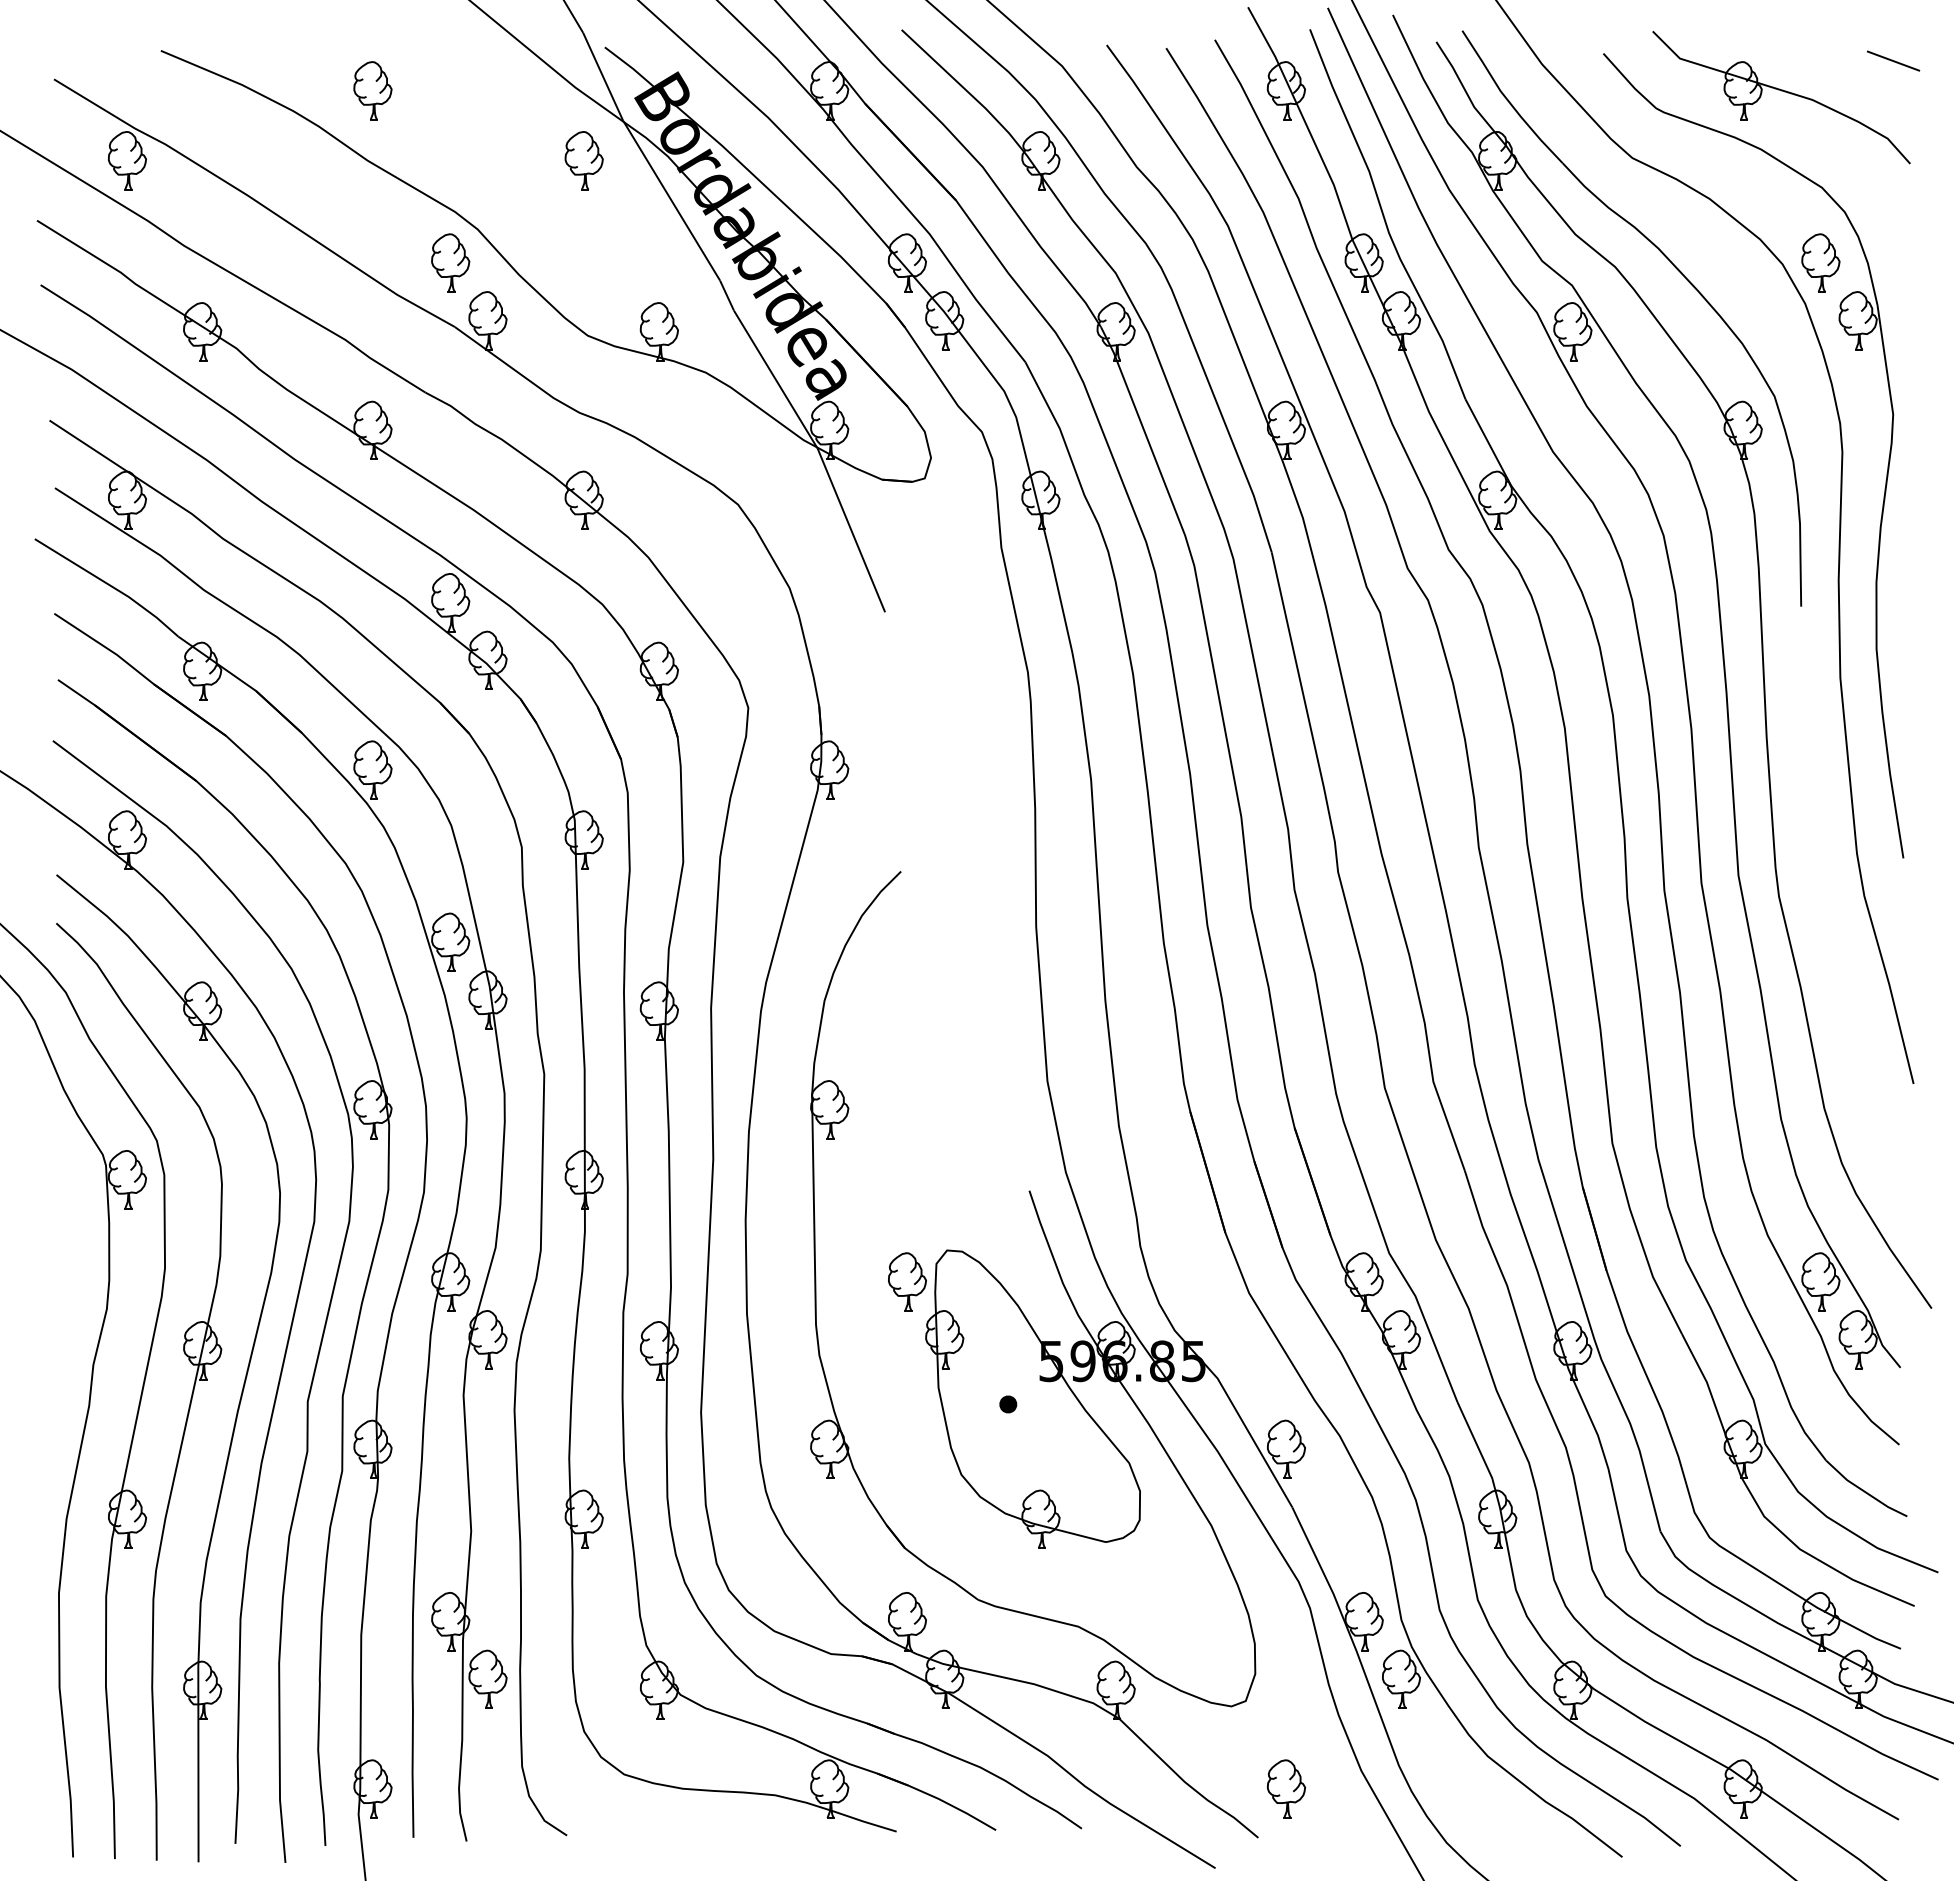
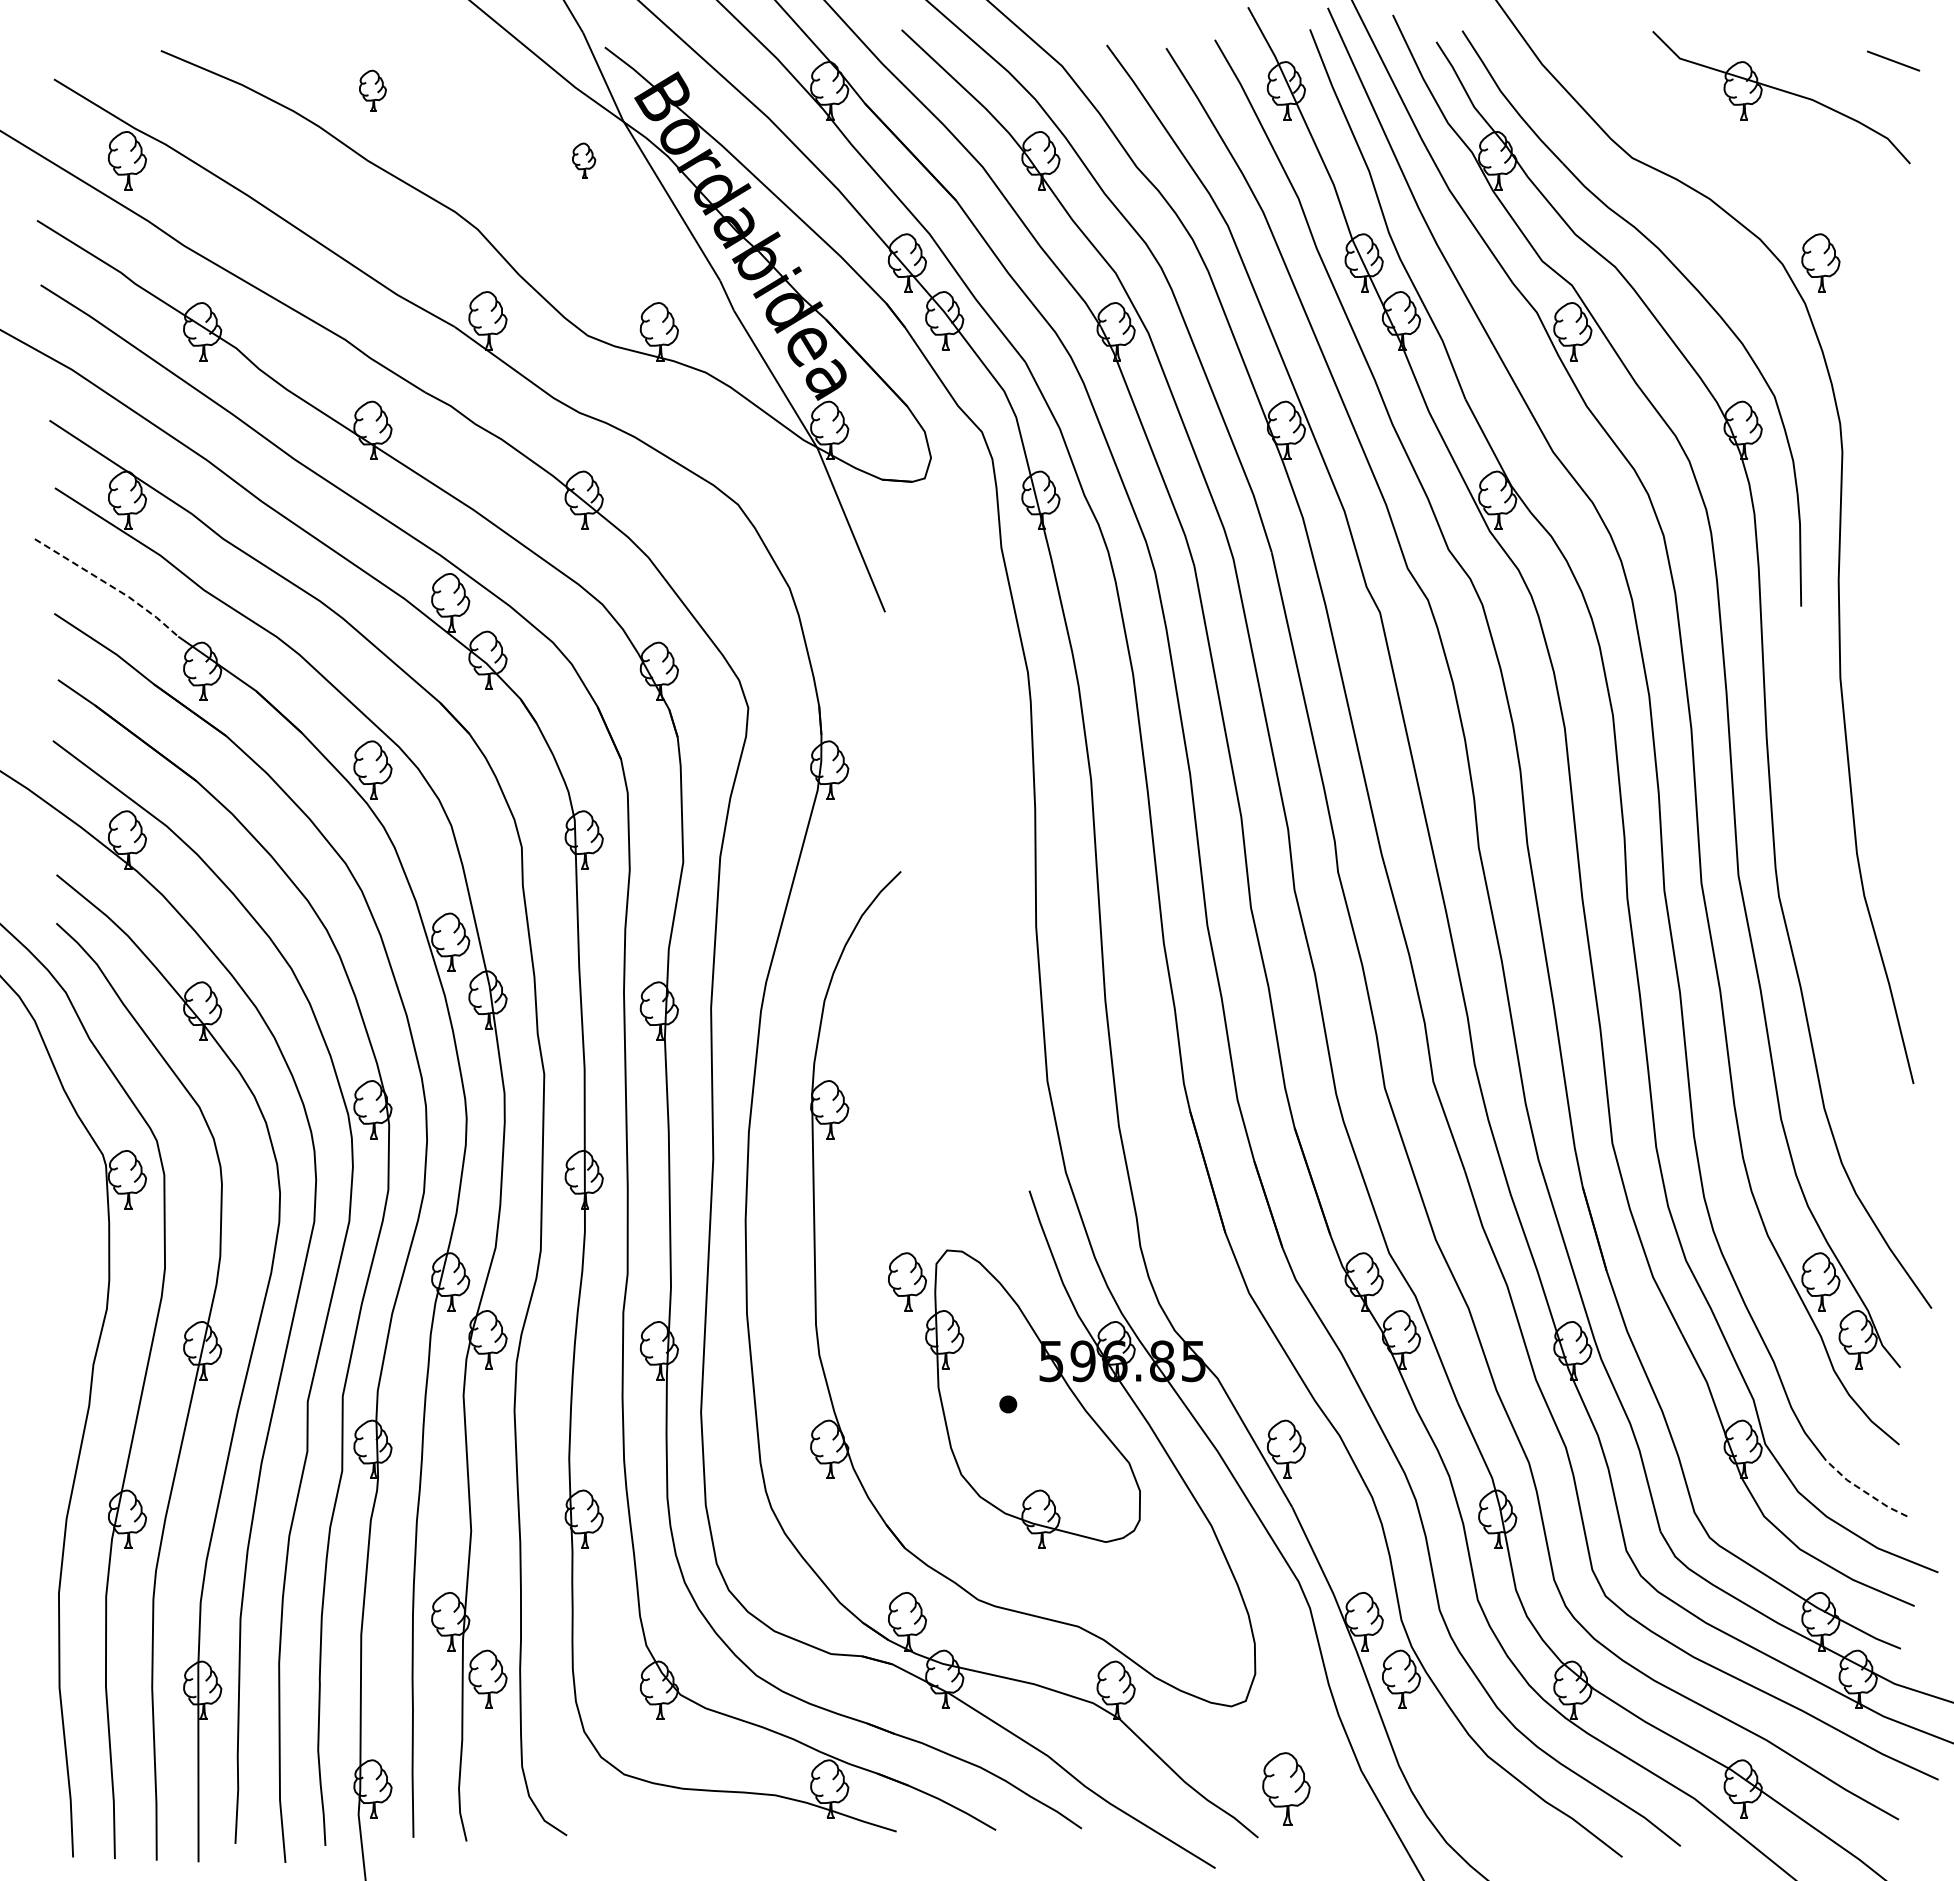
part at (372, 90) size: 40x60 px -> 28x43 px
part at (583, 160) size: 40x60 px -> 25x37 px
part at (450, 262): present -> none
part at (1886, 473): present -> none
line at (110, 585): solid -> dashed
line at (1864, 1491): solid -> dashed
part at (1286, 1788) size: 39x60 px -> 49x74 px
